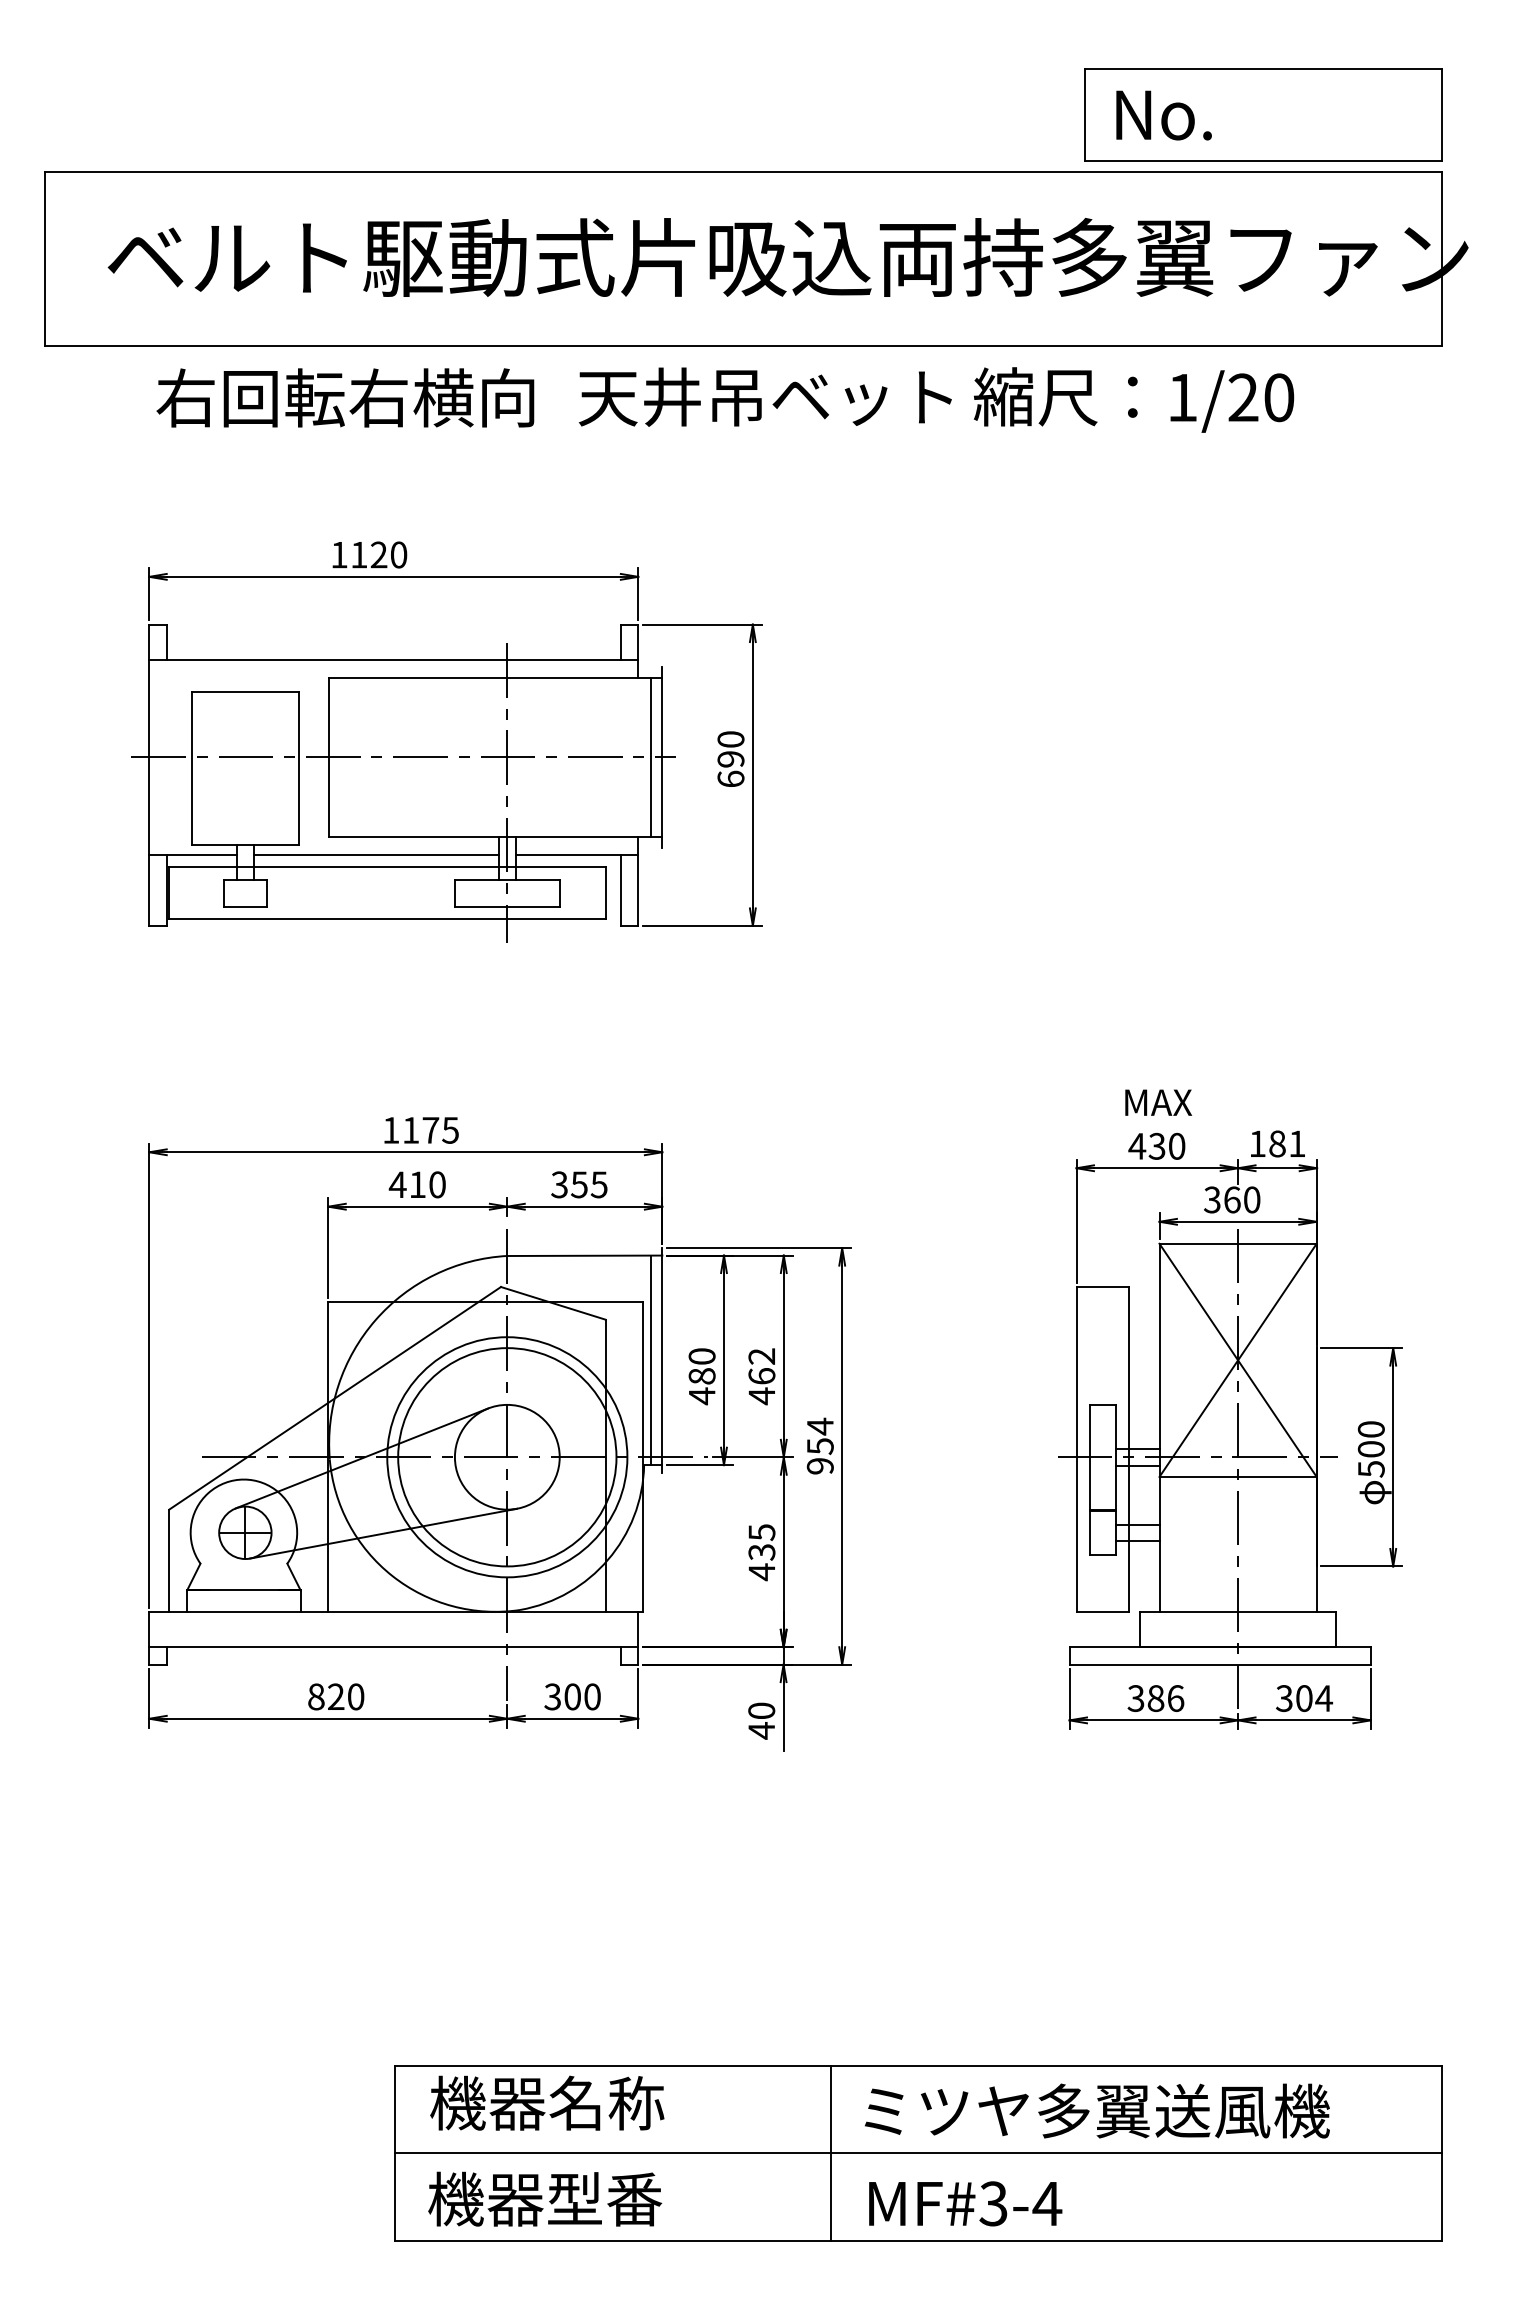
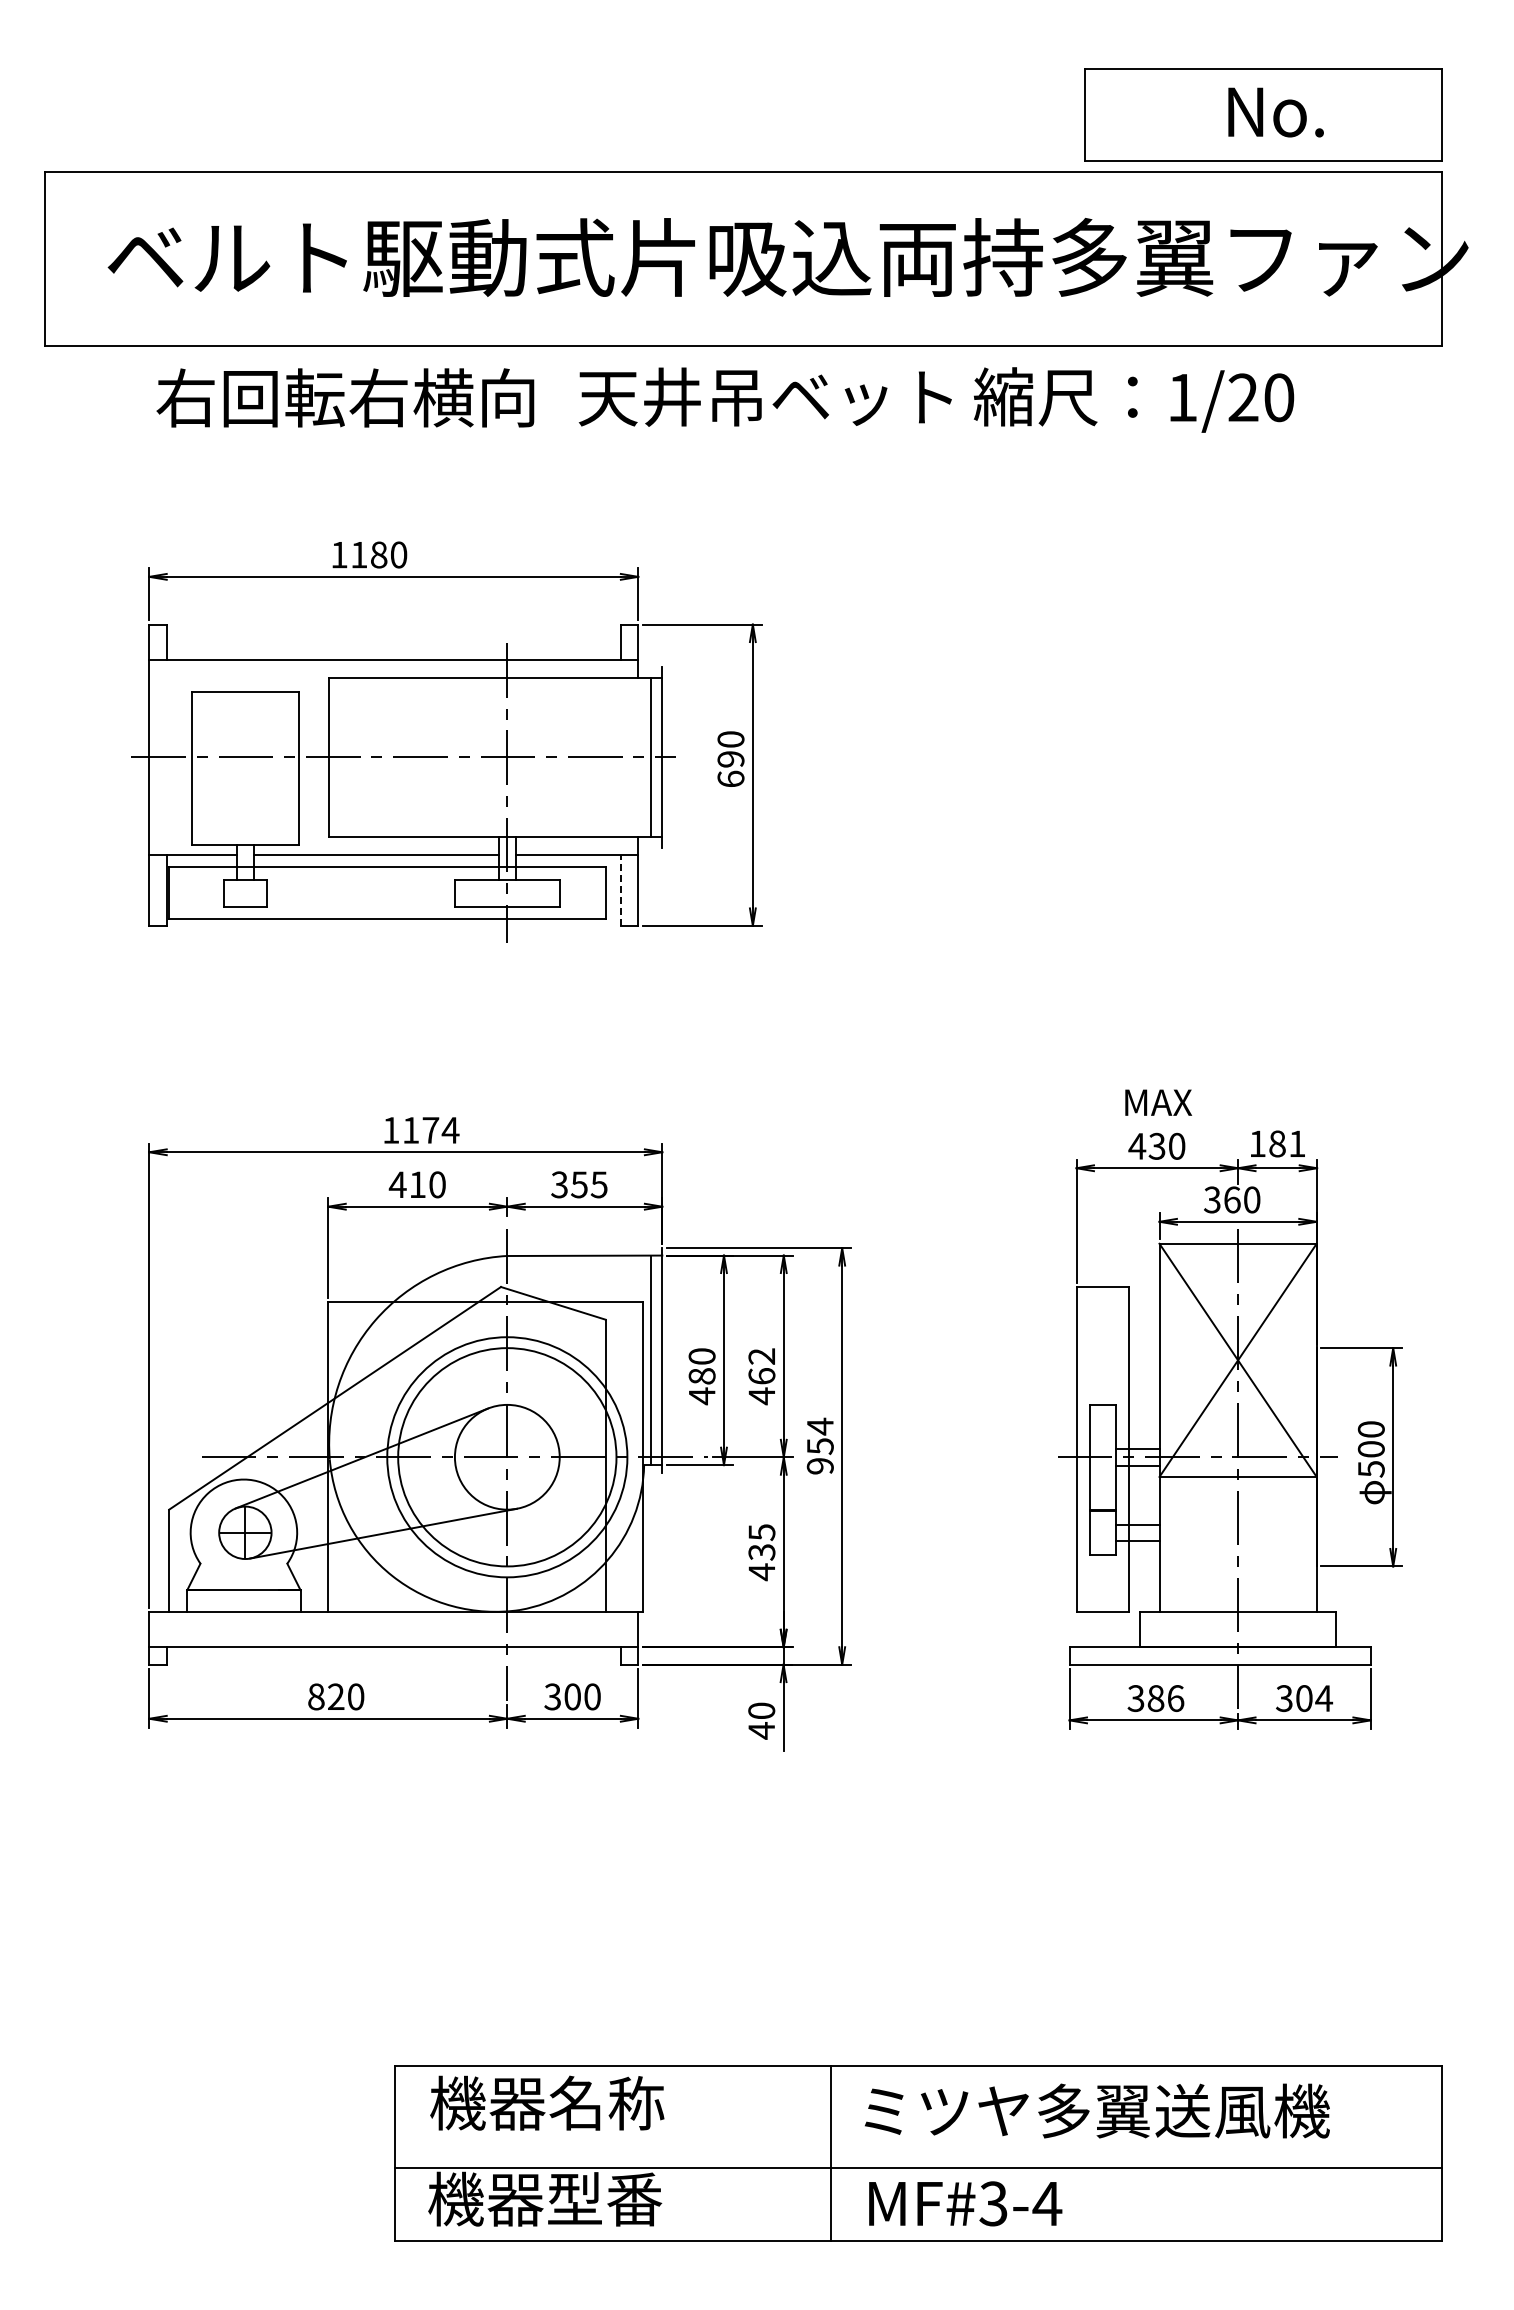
text at (1163, 115) position: (1163, 115) -> (1275, 112)
text at (378, 554): 1120 -> 1180
line at (620, 890): solid -> dashed
text at (450, 1130): 1175 -> 1174
line at (918, 2153) position: (918, 2153) -> (918, 2168)
